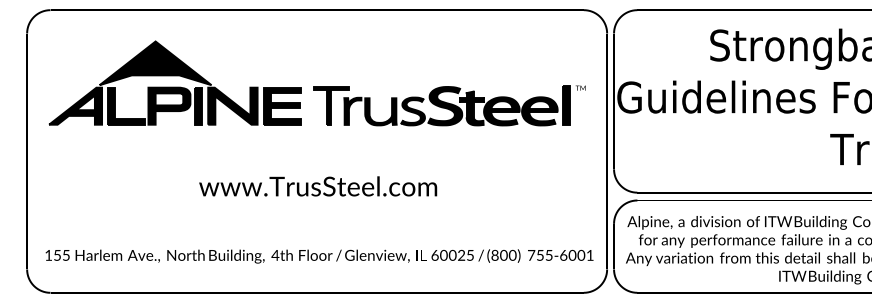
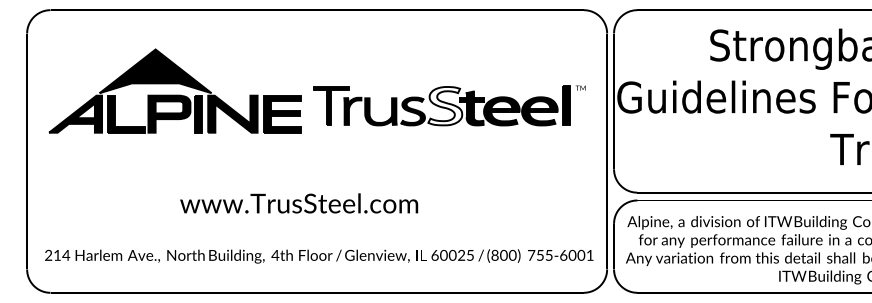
part at (174, 82) position: (174, 82) -> (174, 90)
fill at (445, 105): present -> none
text at (318, 186) position: (318, 186) -> (299, 203)
text at (57, 254): 155 -> 214
